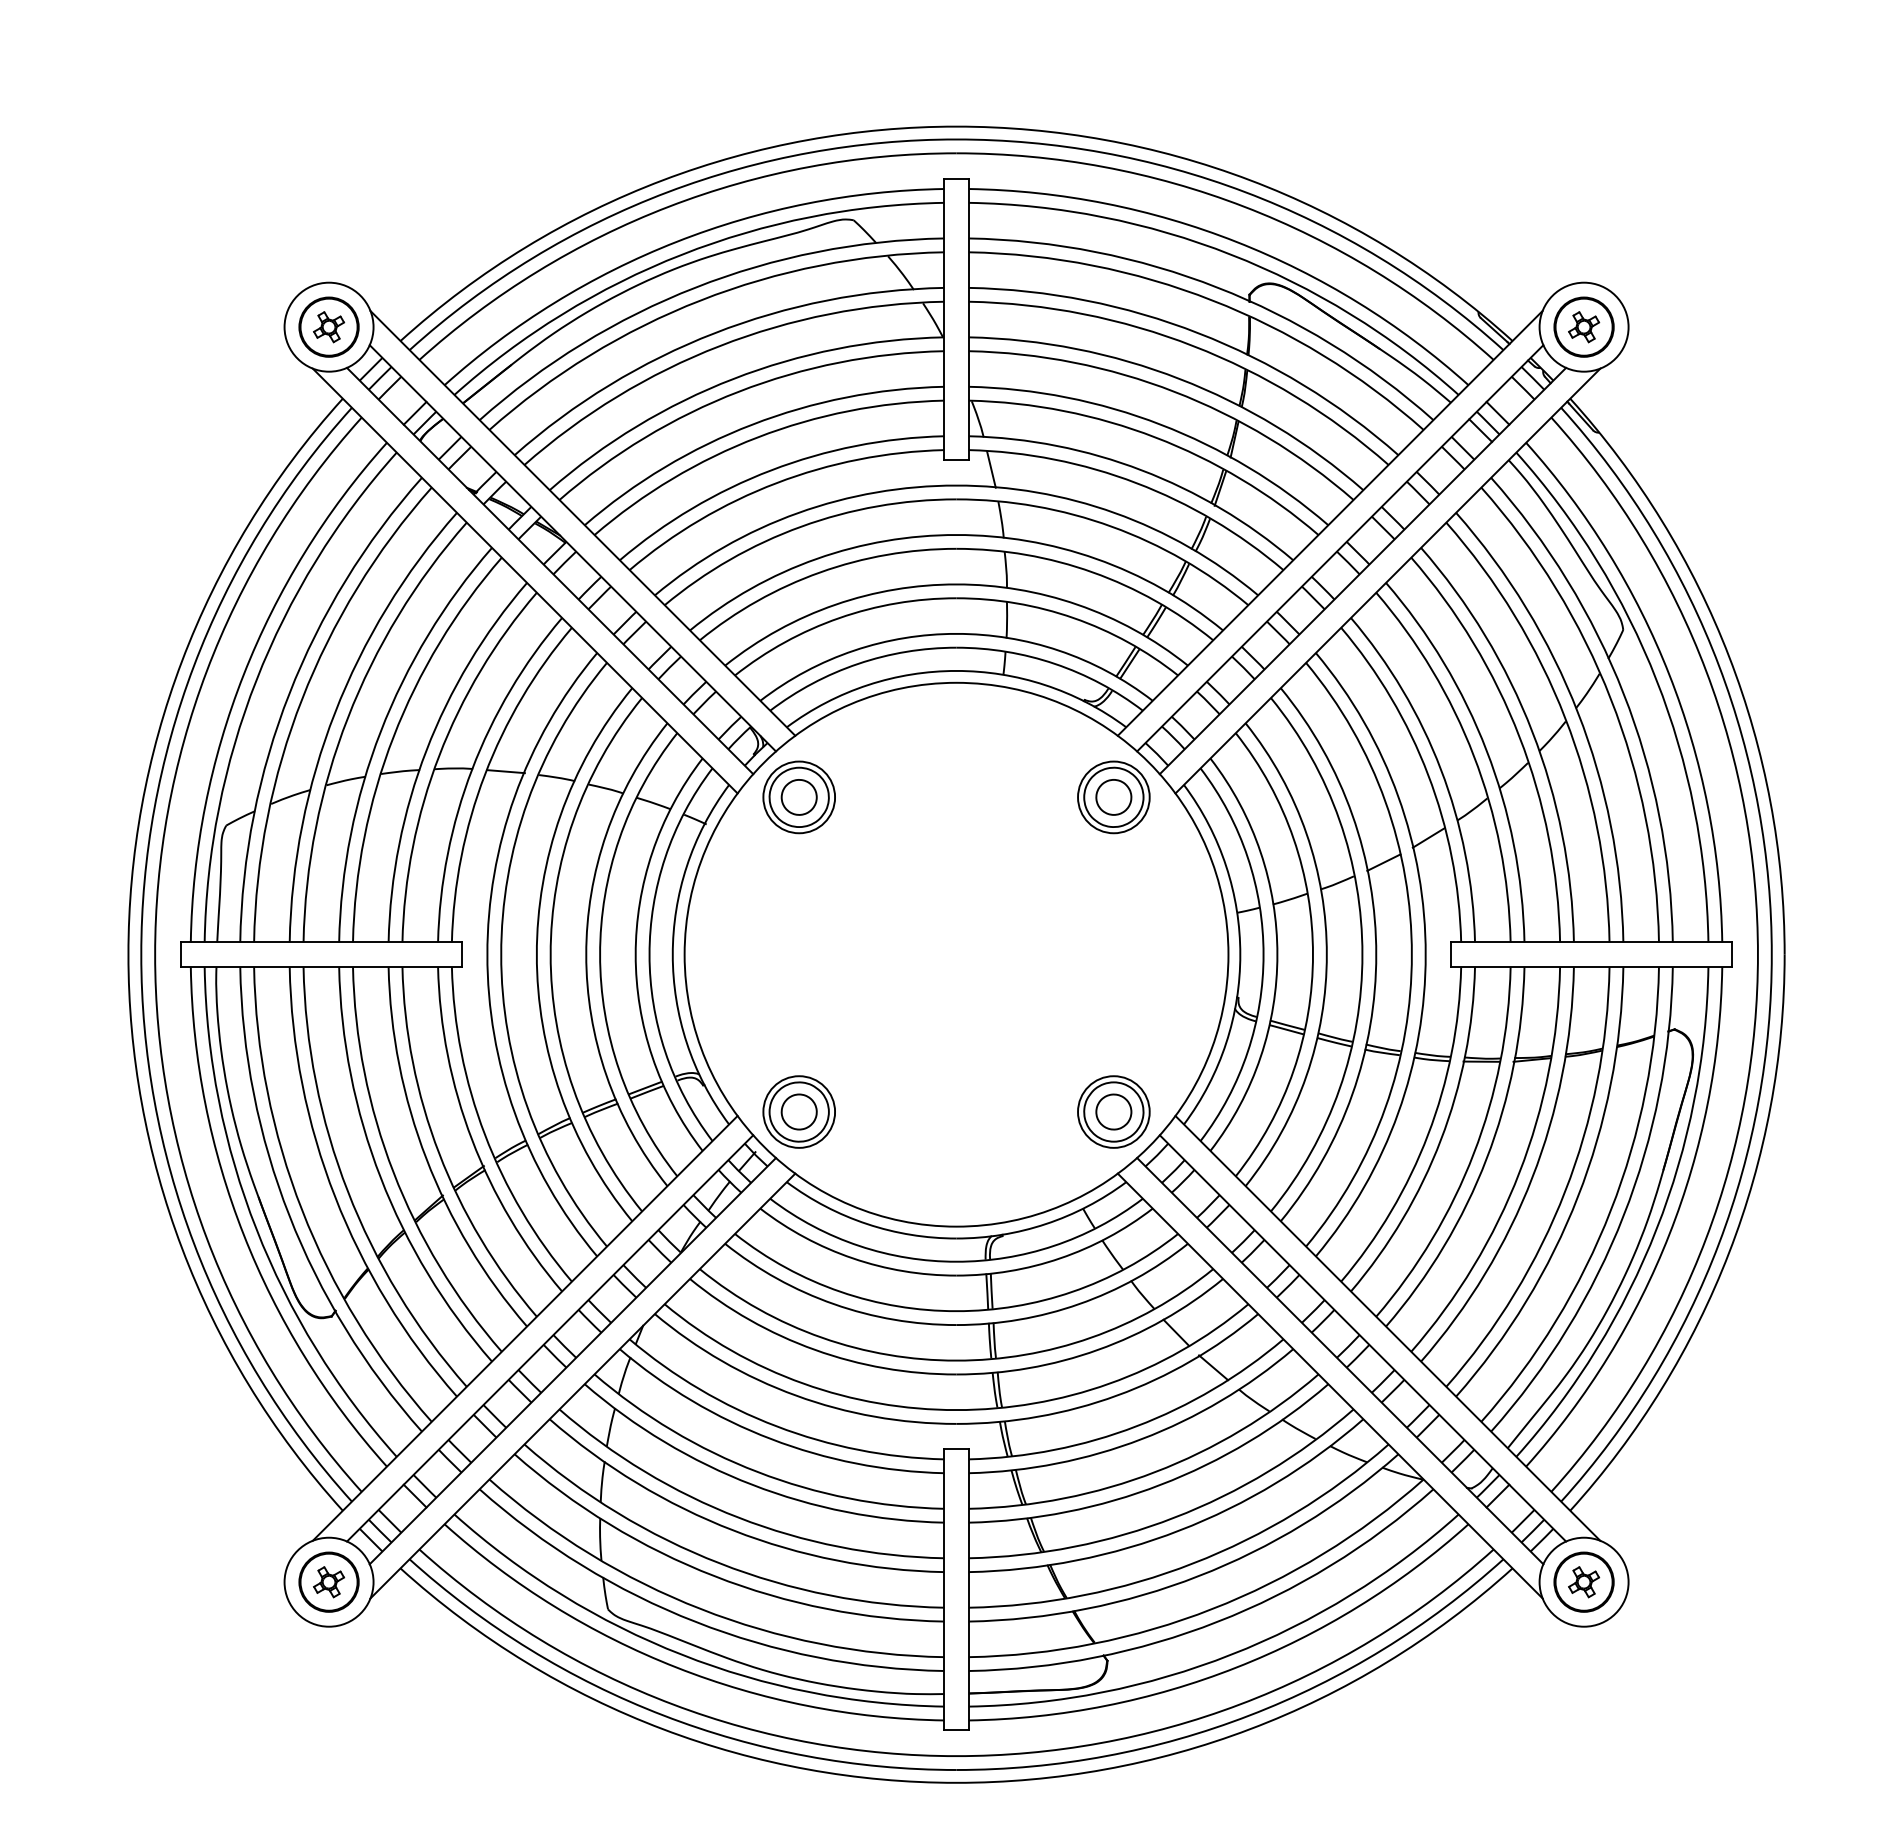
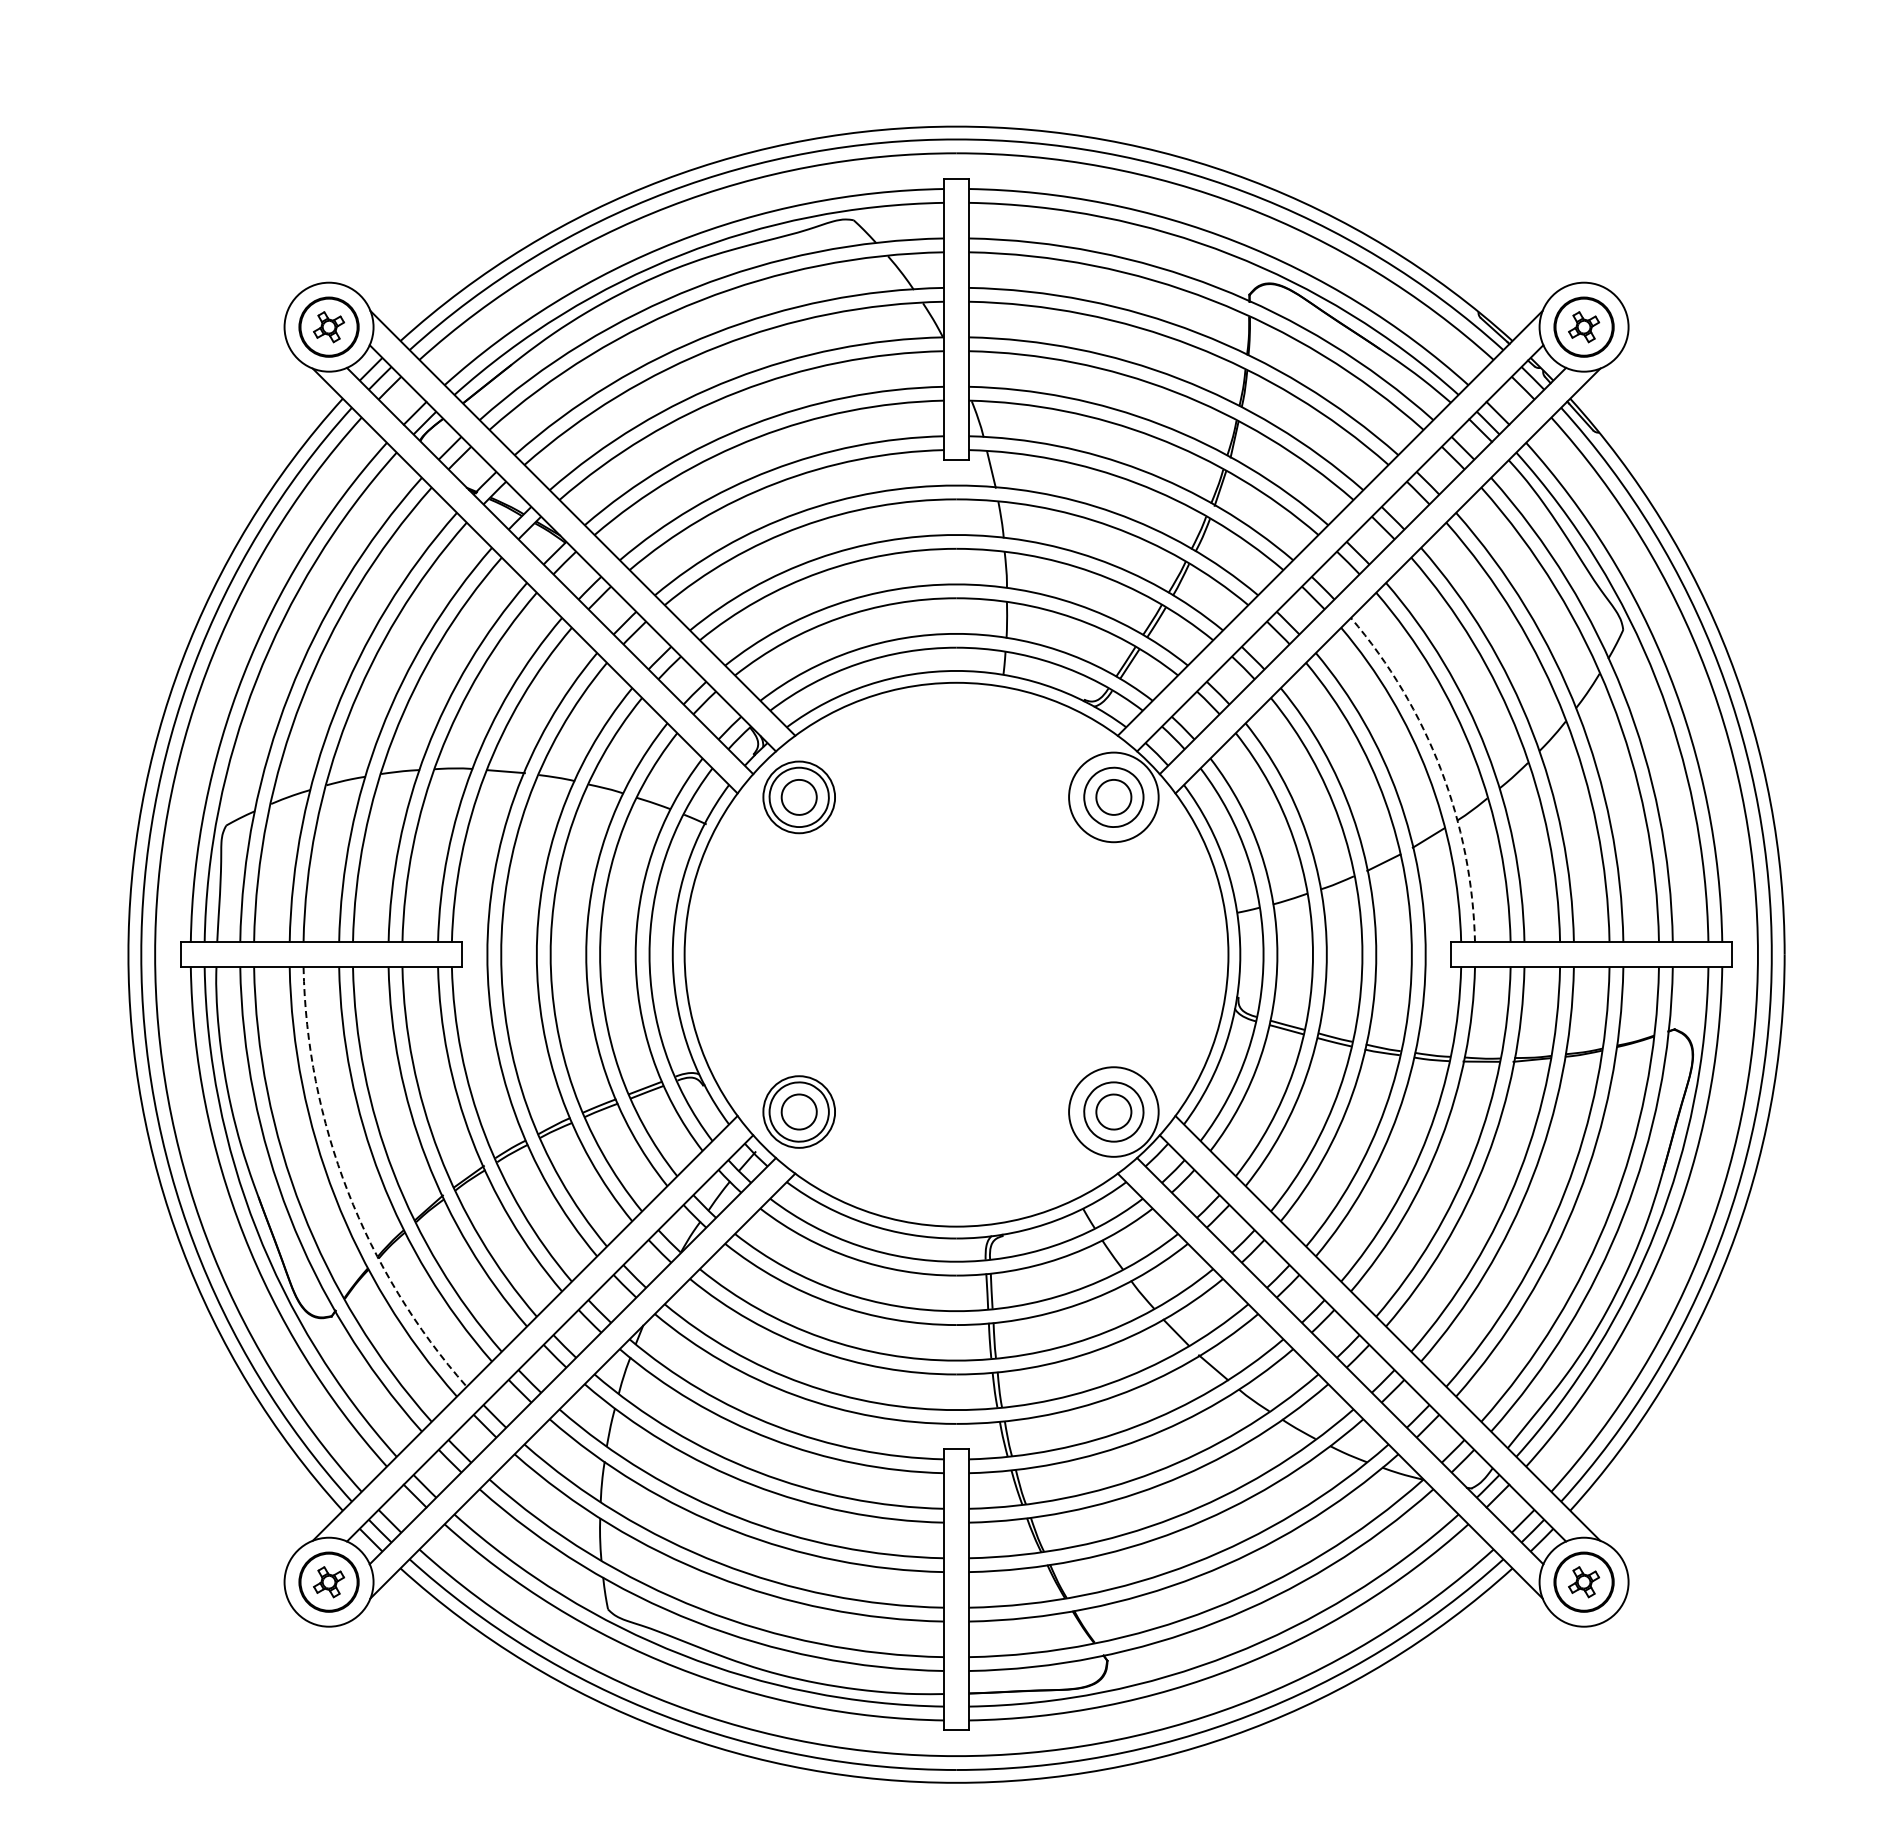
arc at (1440, 769): solid -> dashed
circle at (1113, 797) diameter: 72 px -> 90 px
circle at (1113, 1111) diameter: 72 px -> 90 px
arc at (347, 1191): solid -> dashed
